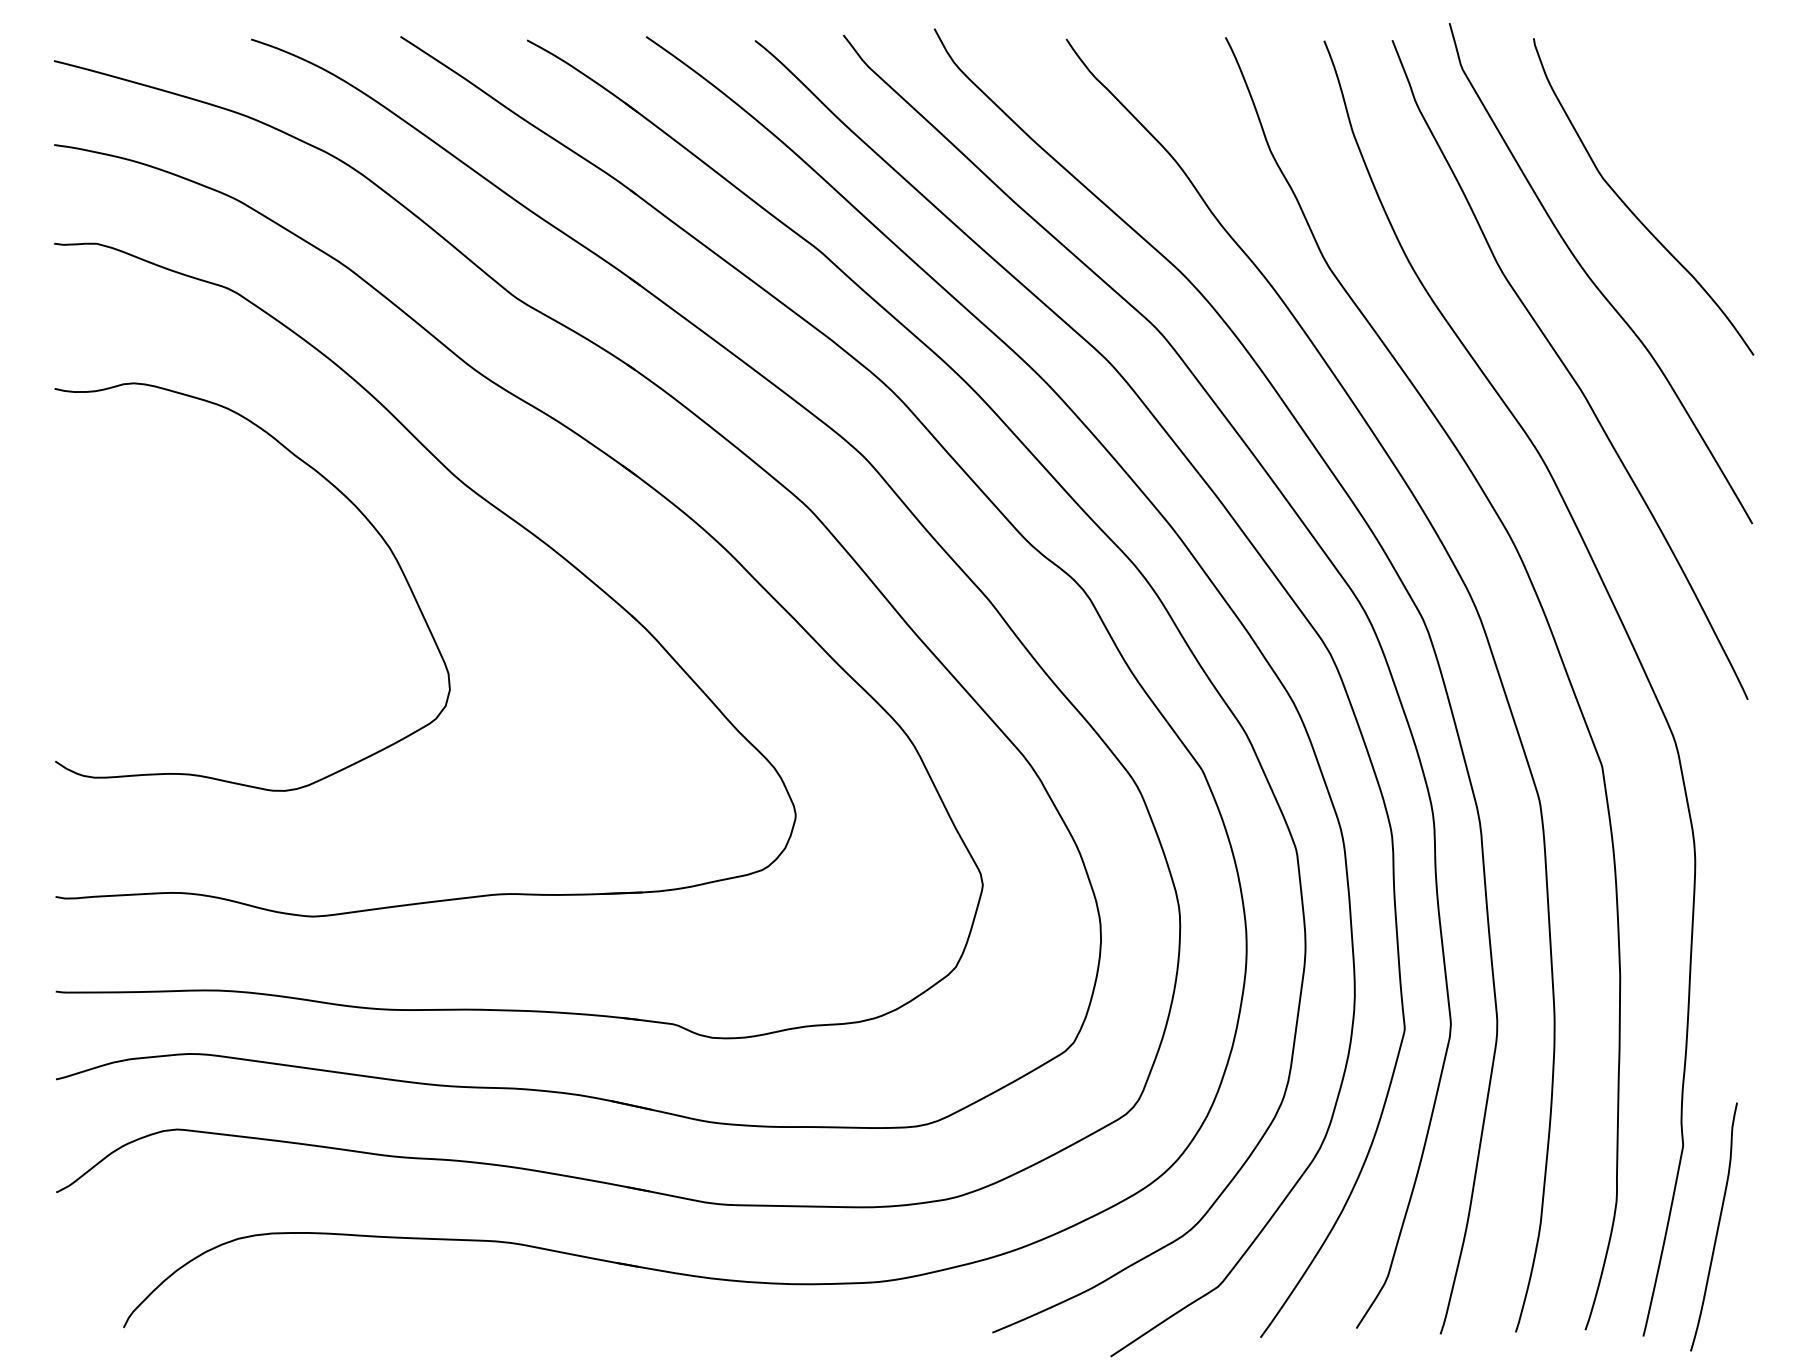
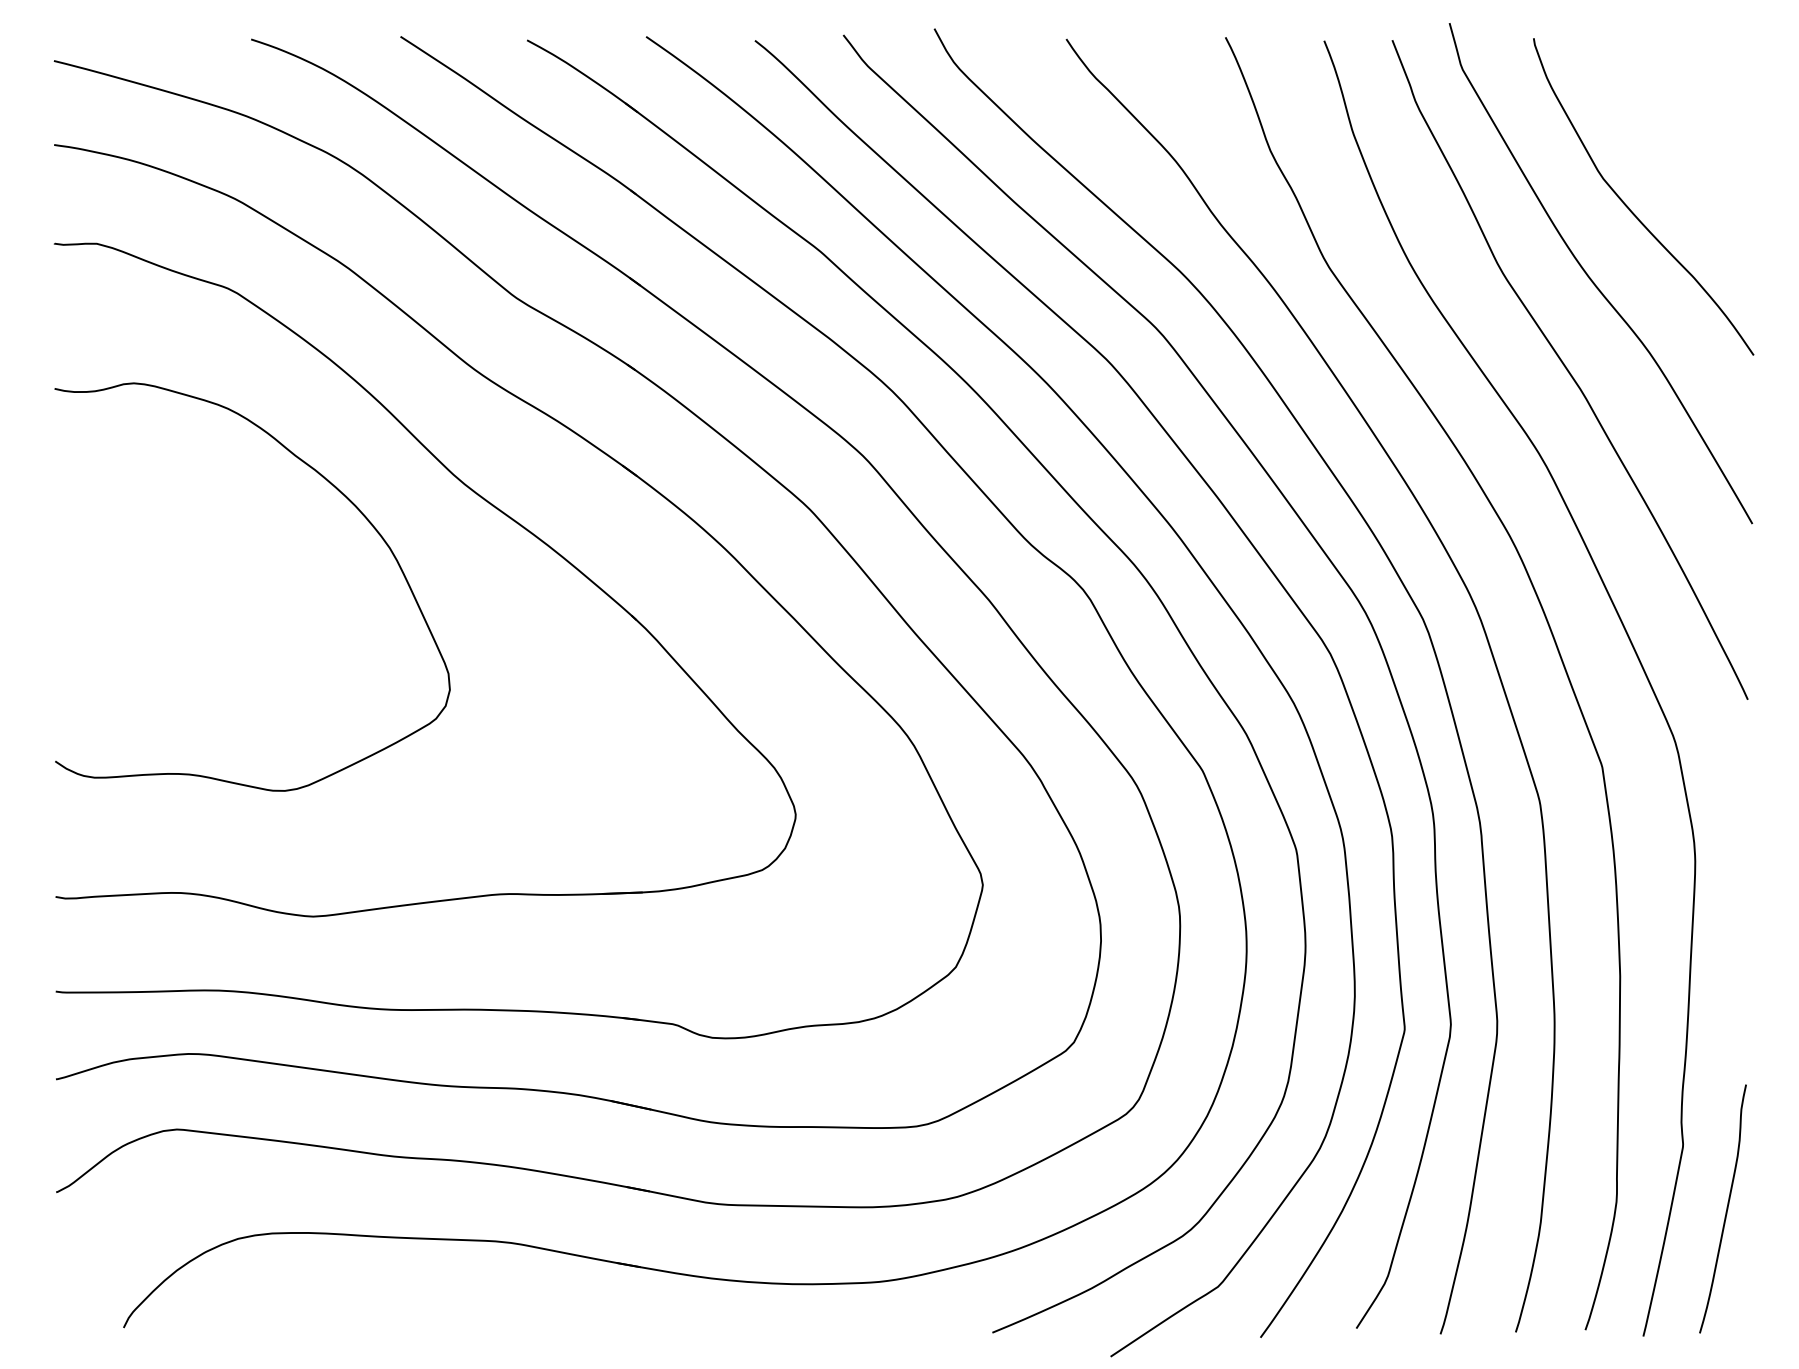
curve at (1717, 1226) position: (1717, 1226) -> (1726, 1208)
